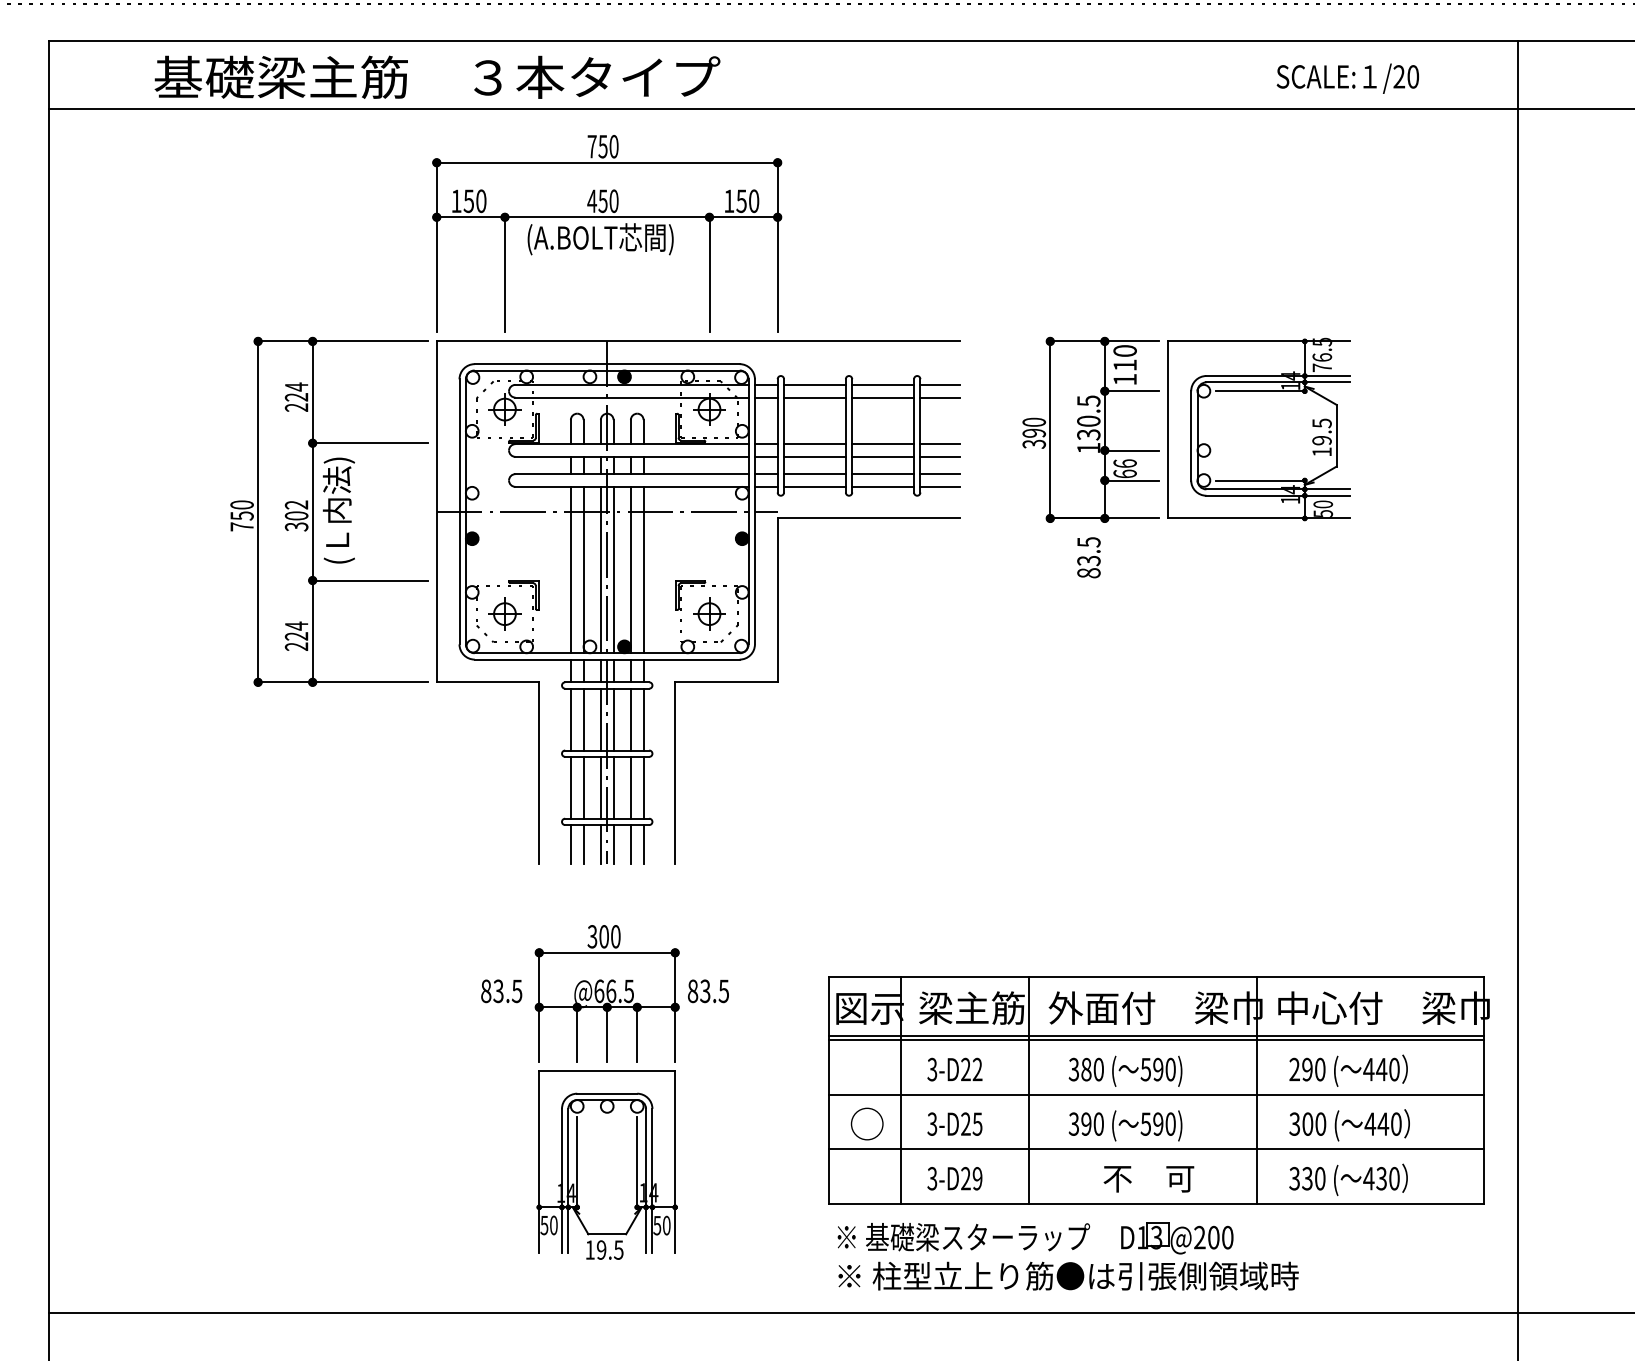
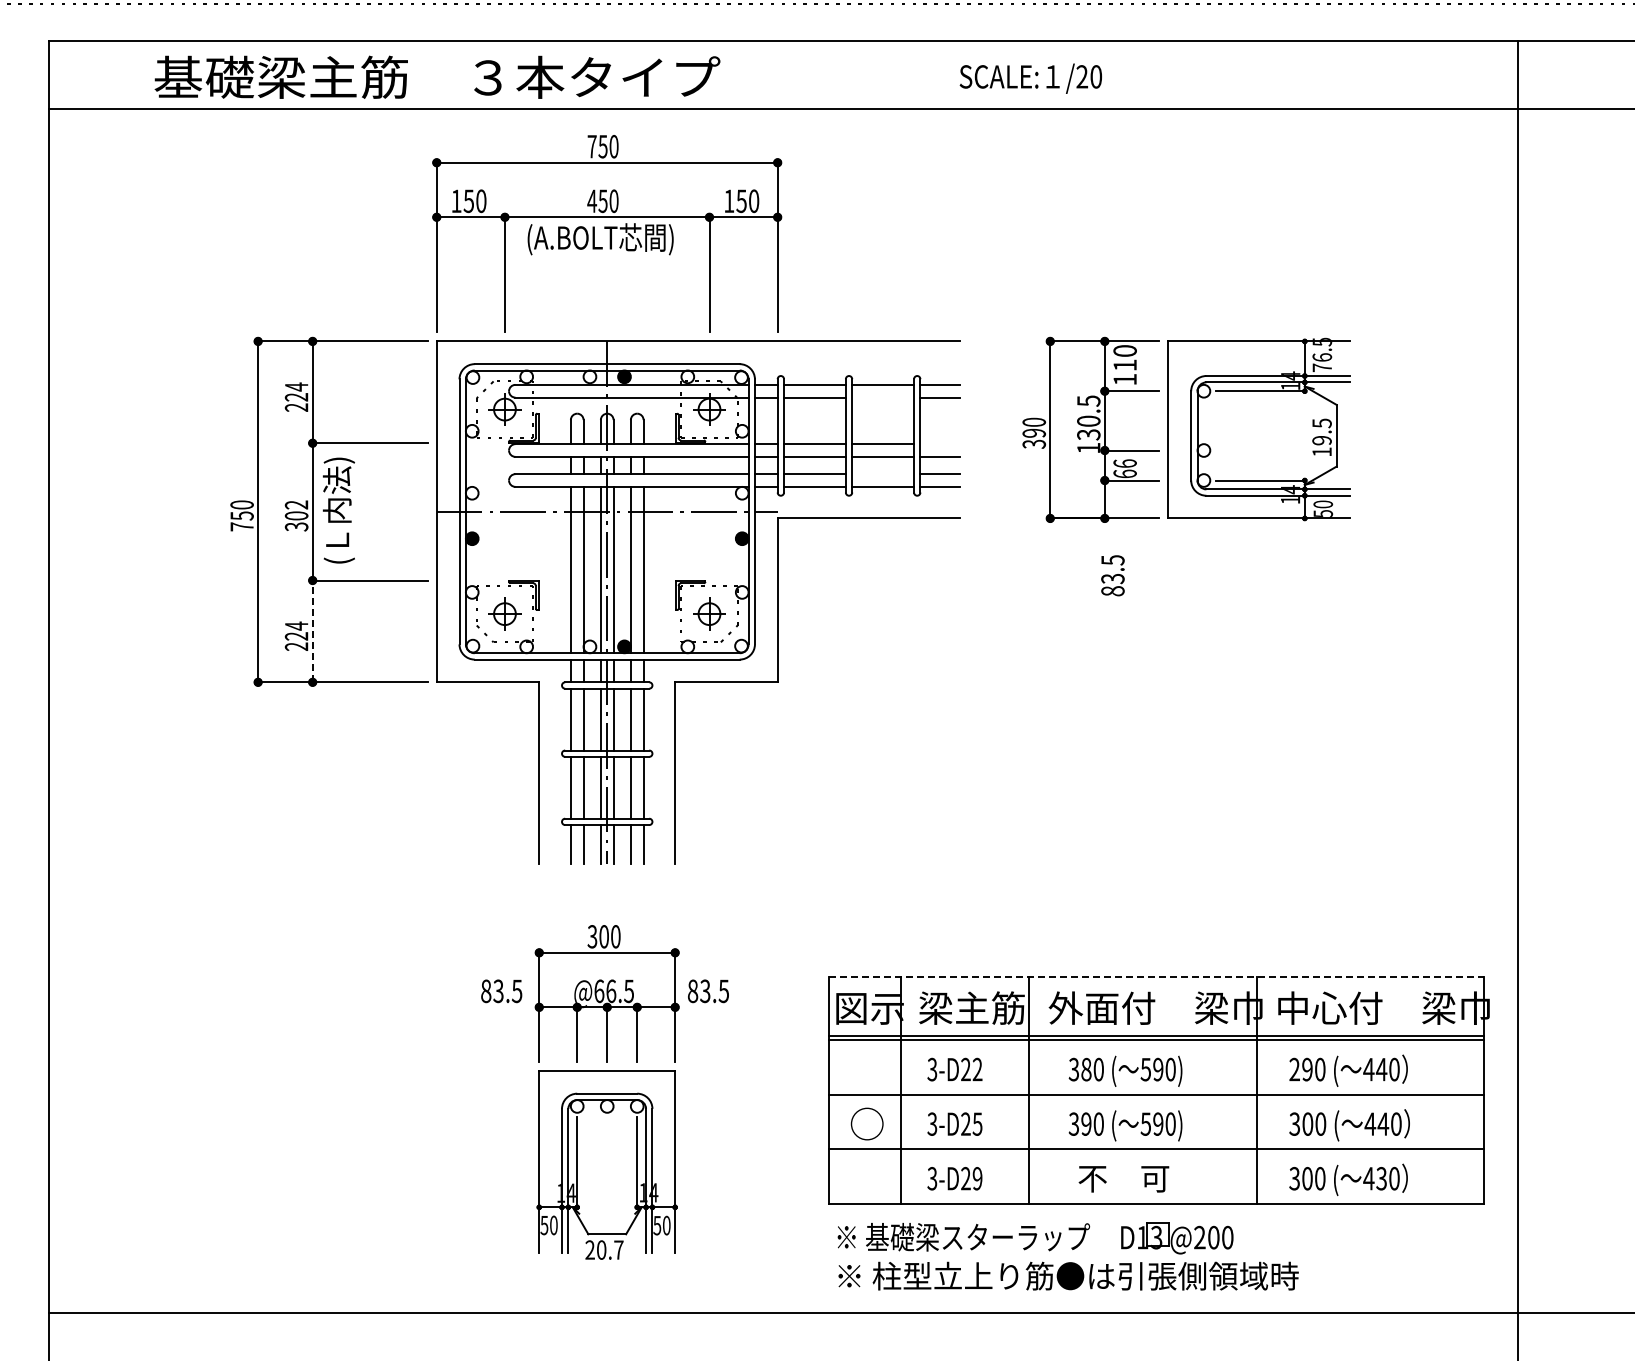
text at (1347, 78) position: (1347, 78) -> (1030, 78)
line at (883, 397): present -> none
line at (939, 444): present -> none
line at (883, 474): present -> none
text at (1088, 557) position: (1088, 557) -> (1112, 575)
line at (312, 631): solid -> dashed
line at (1156, 976): solid -> dashed
text at (1307, 1178): 330 -> 300
text at (1148, 1179) position: (1148, 1179) -> (1123, 1179)
text at (604, 1249): 19.5 -> 20.7
